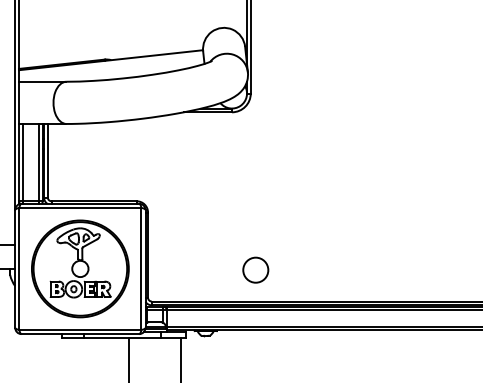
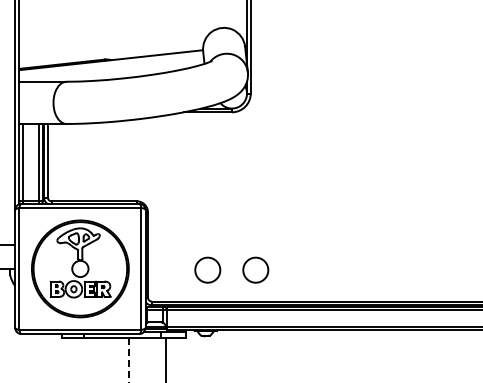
circle at (207, 269): none -> present
line at (181, 358) position: (181, 358) -> (166, 358)
line at (128, 360): solid -> dashed
